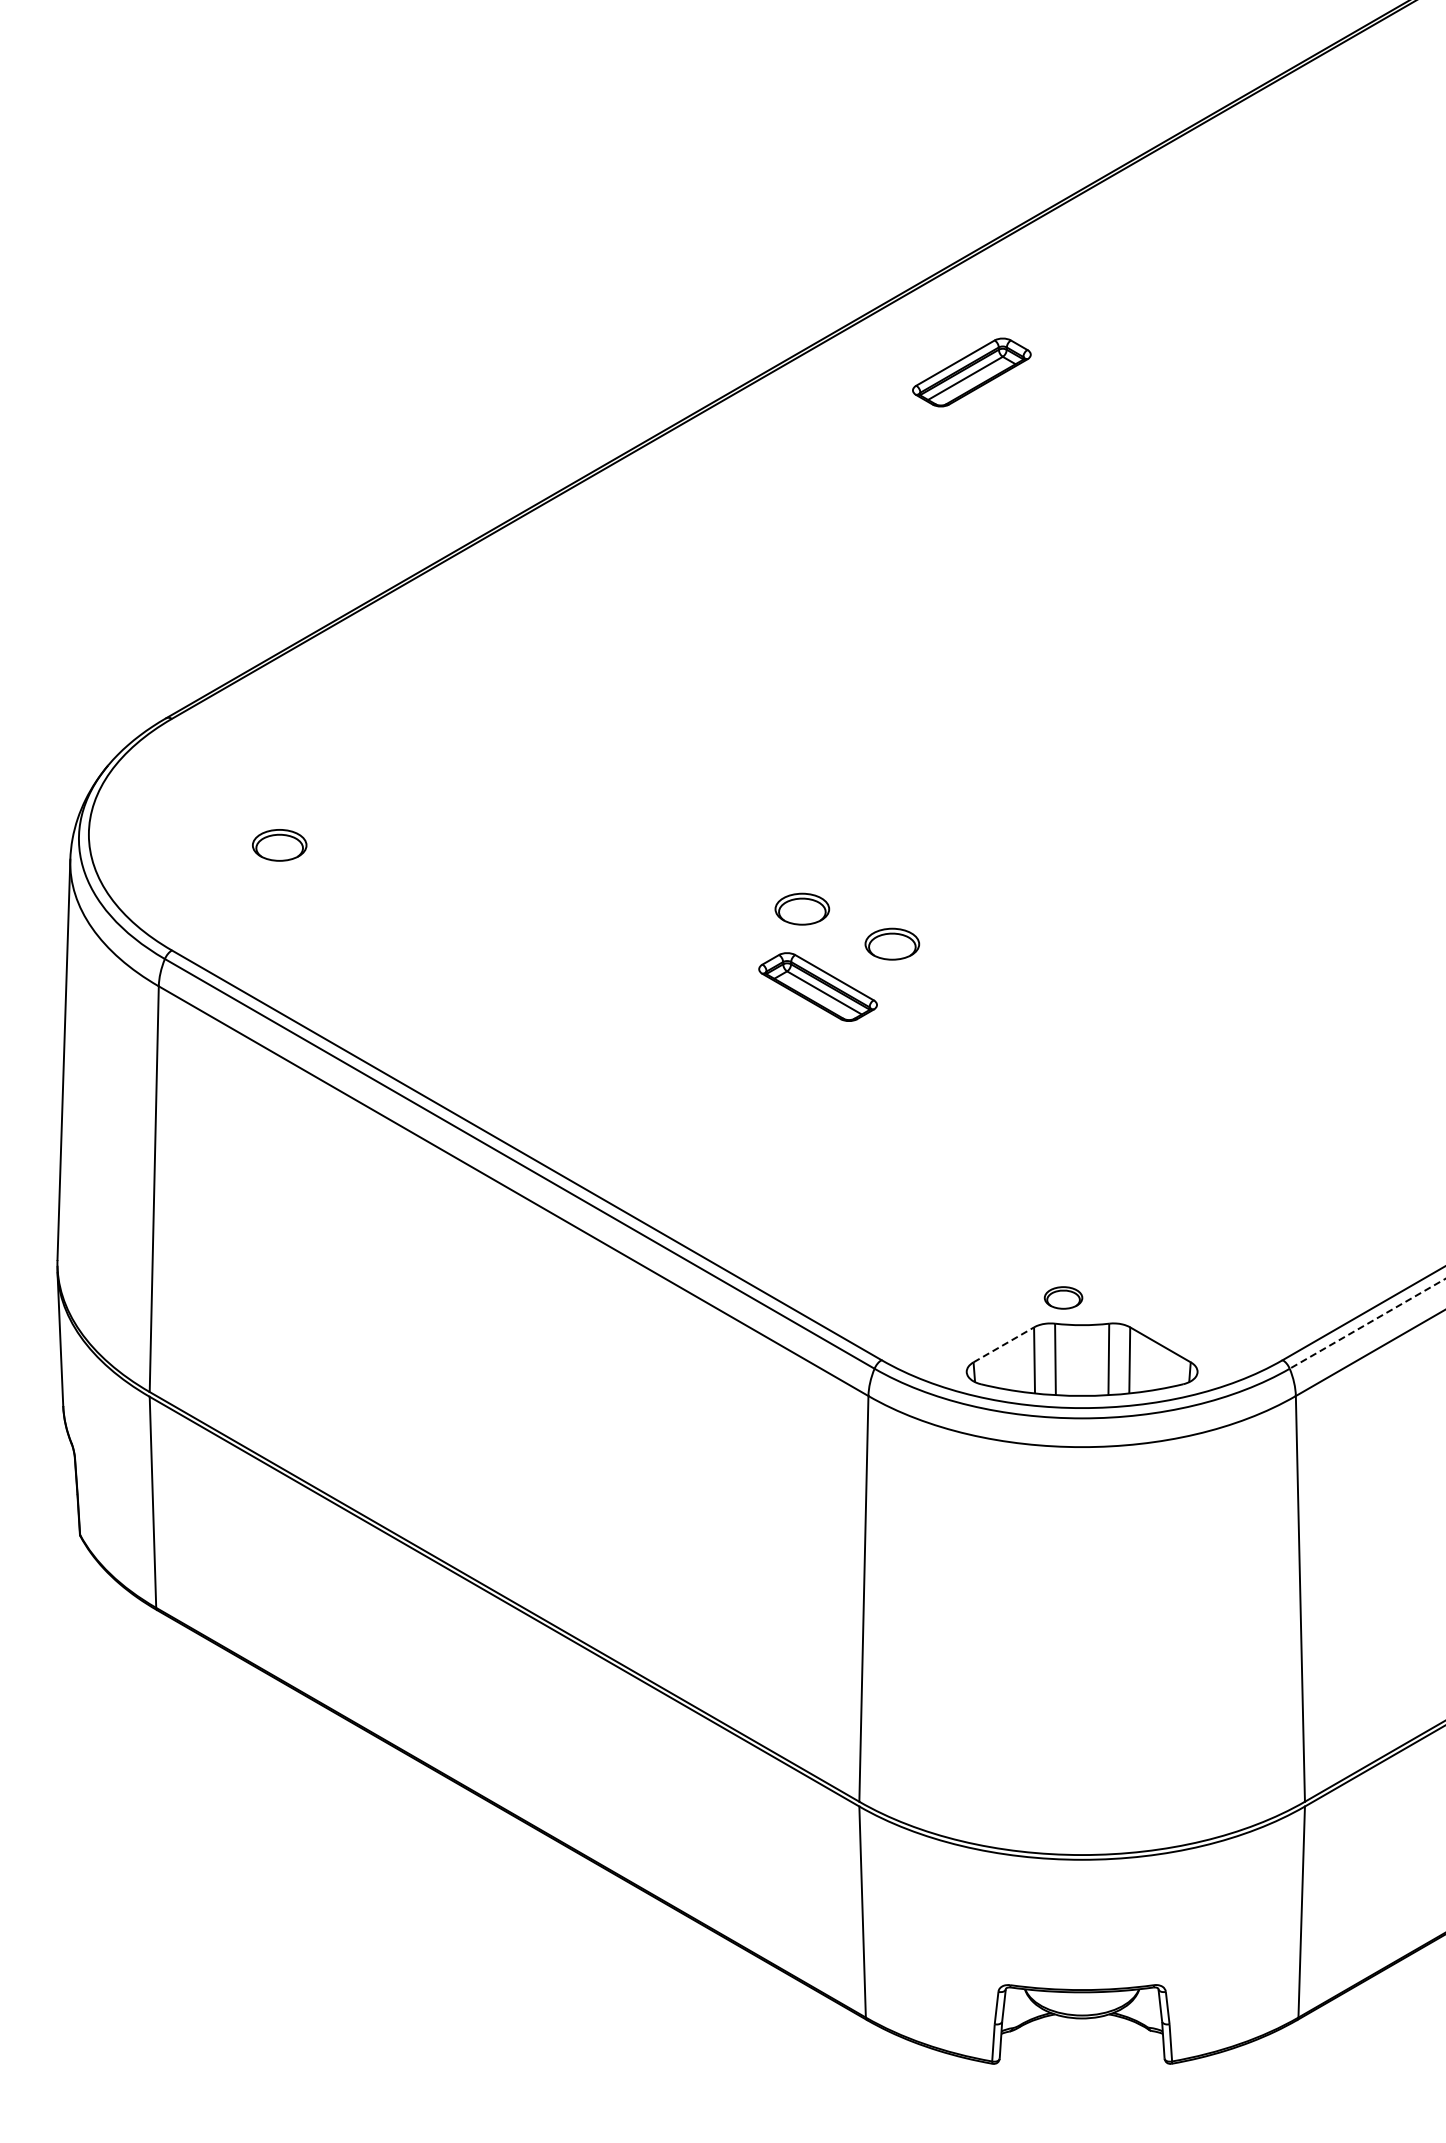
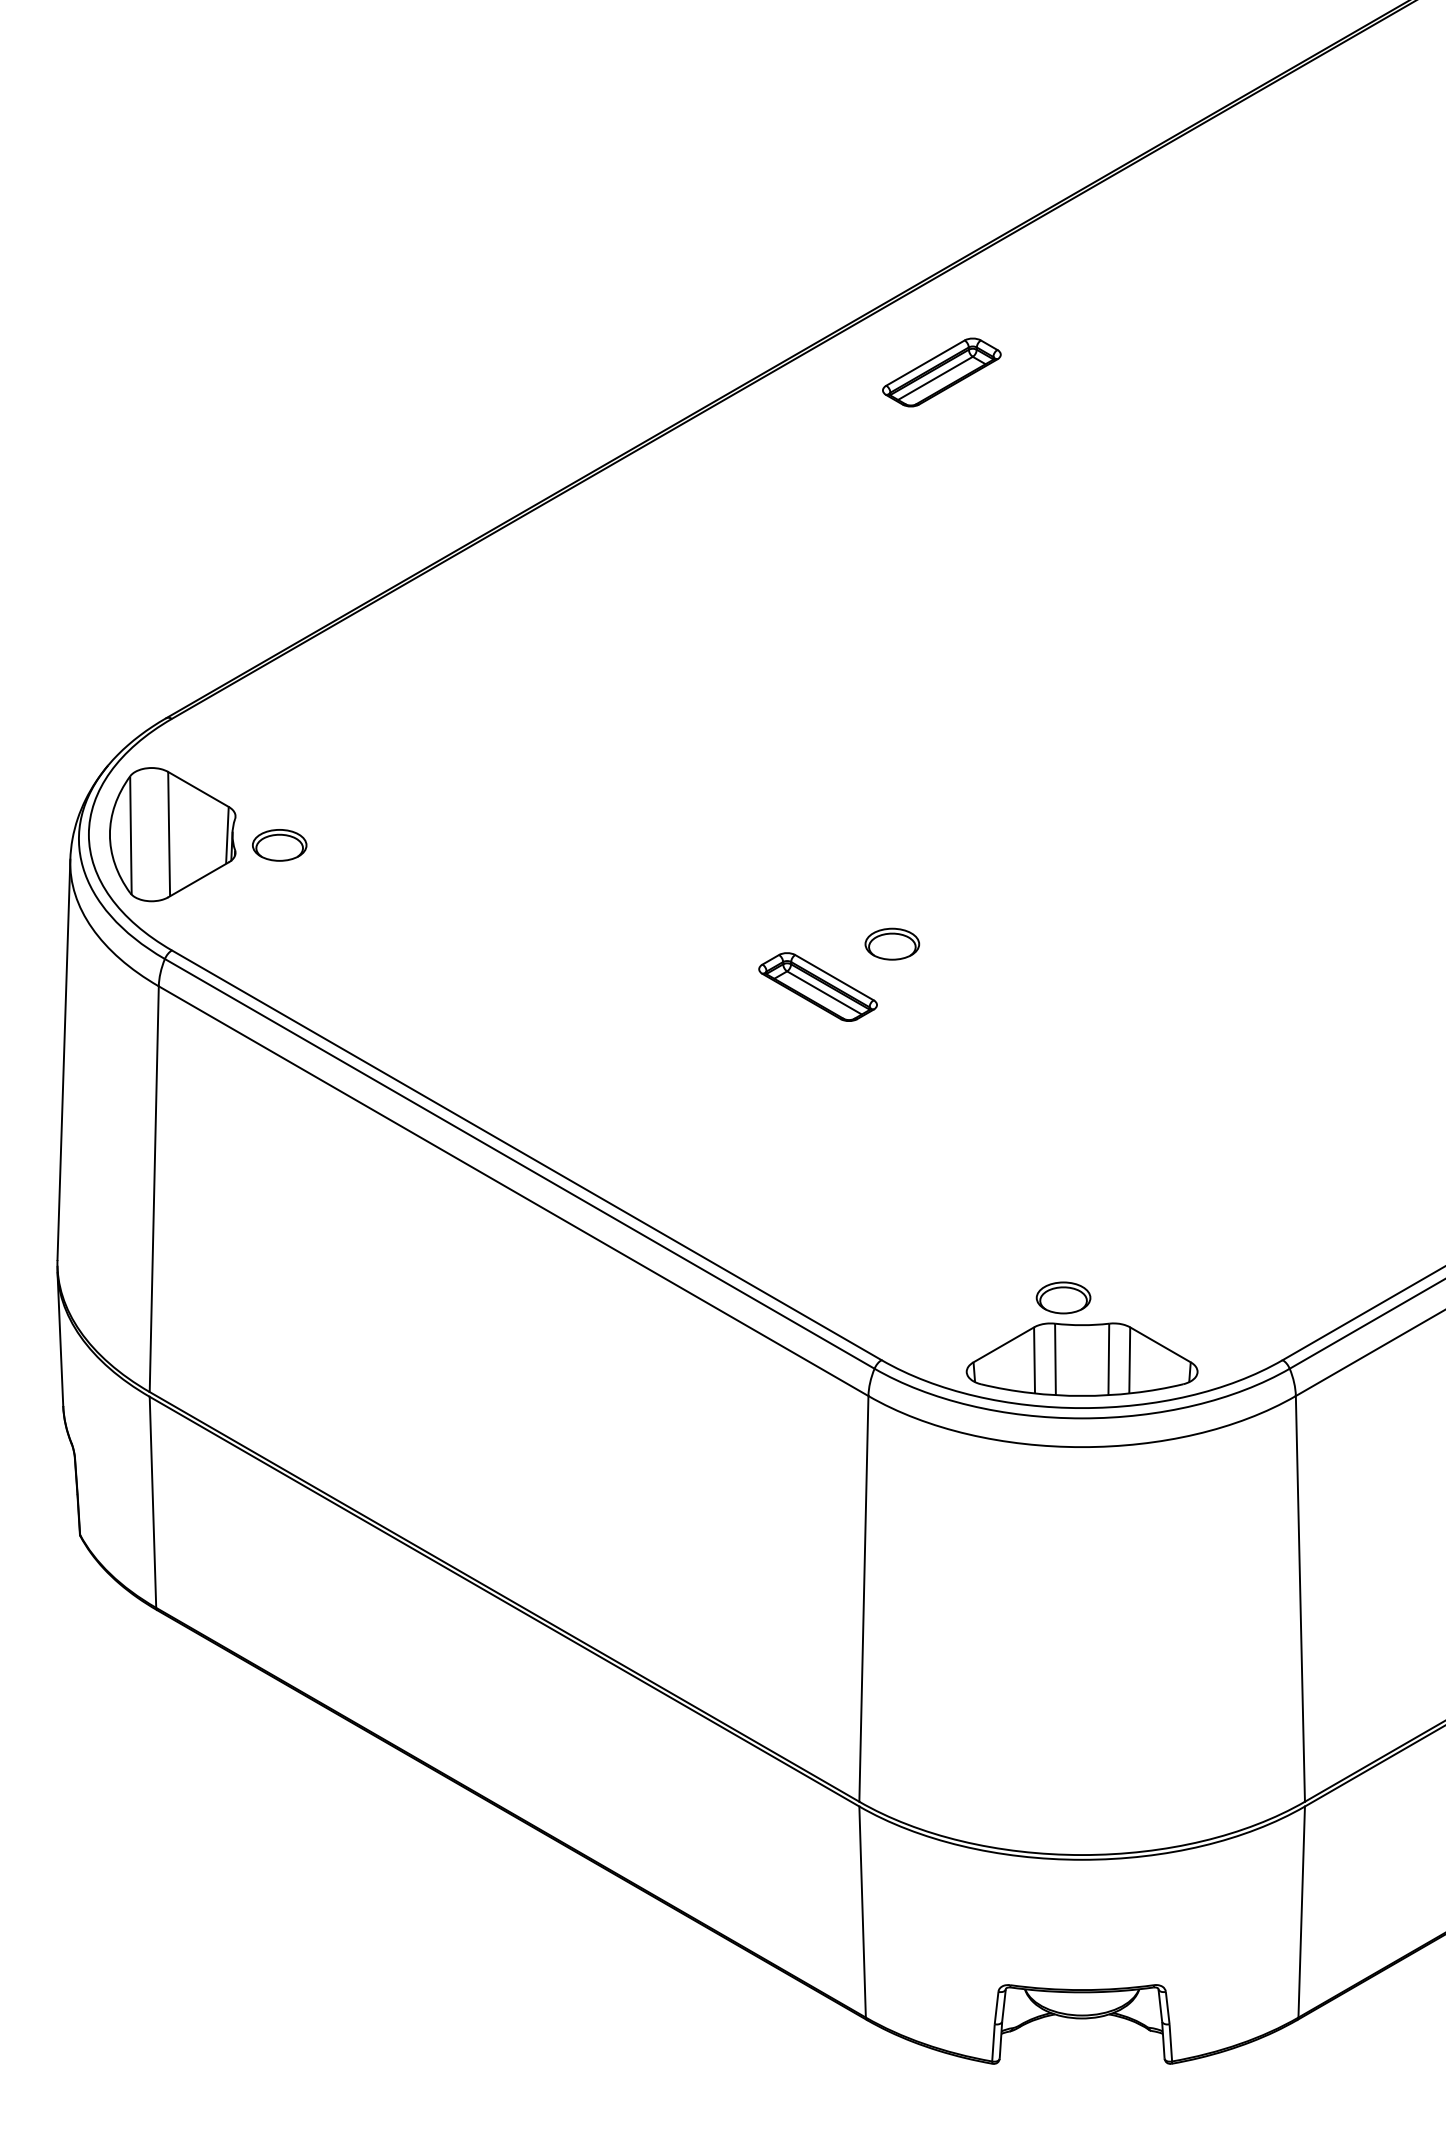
part at (971, 372) position: (971, 372) -> (941, 372)
part at (172, 834): none -> present
part at (802, 908): present -> none
part at (1063, 1297) size: 41x24 px -> 57x34 px
line at (1367, 1323): dashed -> solid
line at (1003, 1344): dashed -> solid
